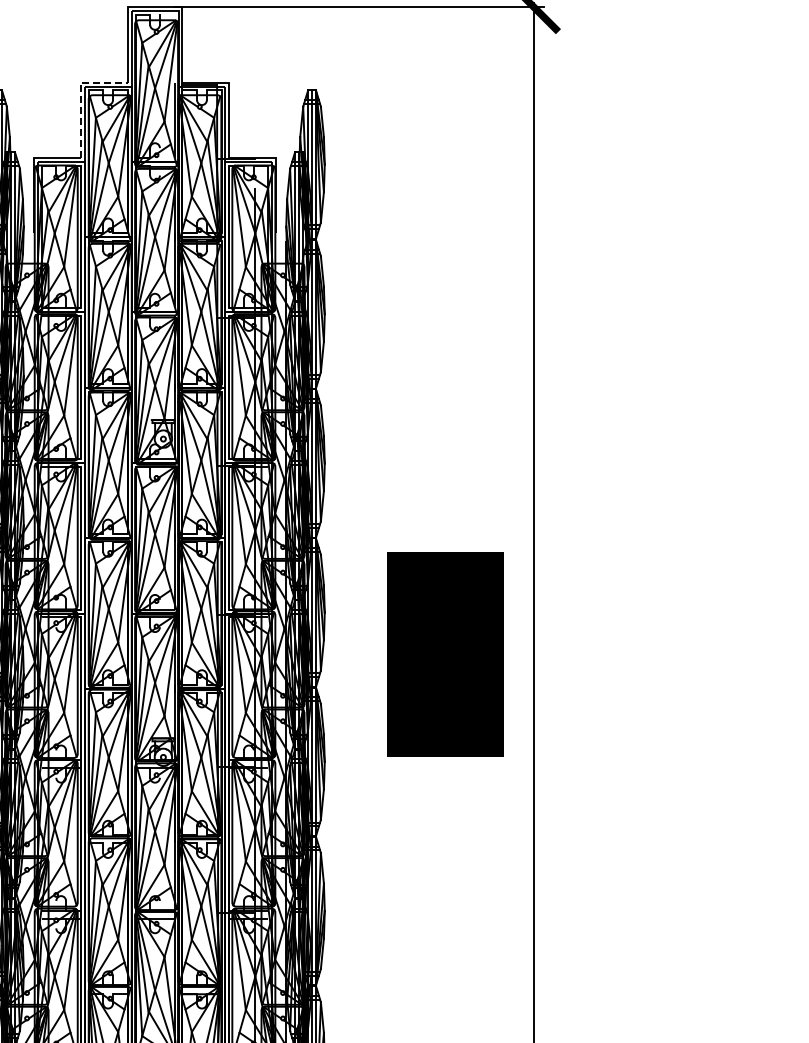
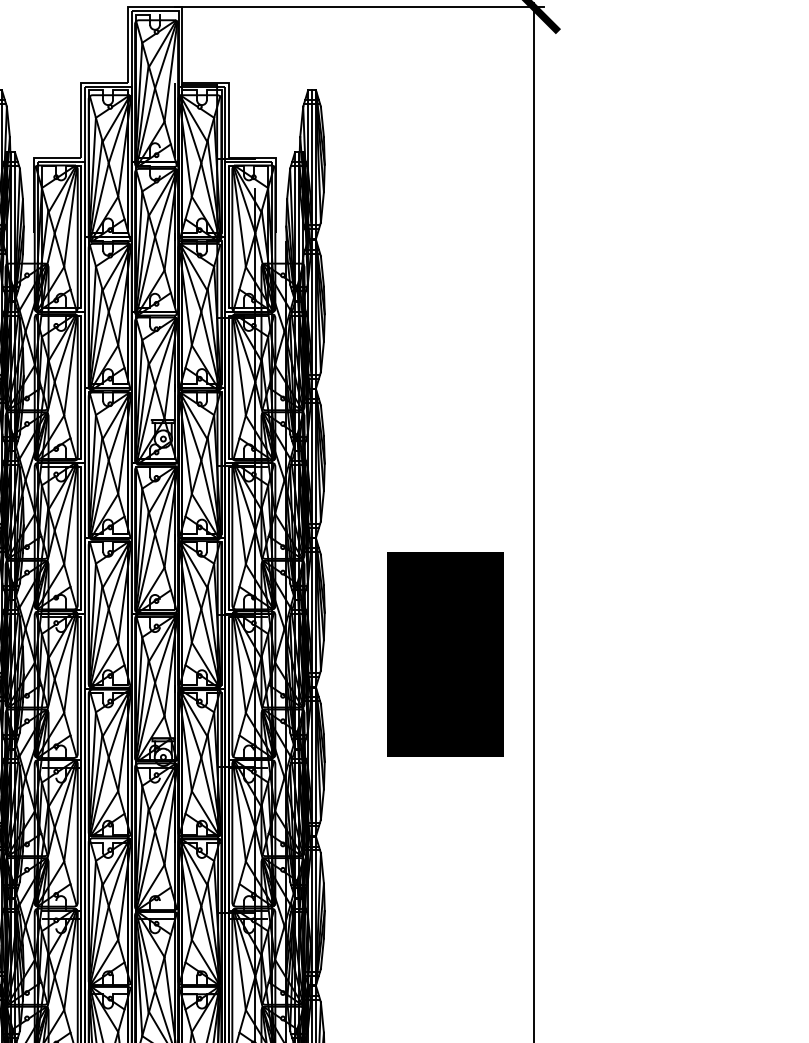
line at (80, 96): dashed -> solid
